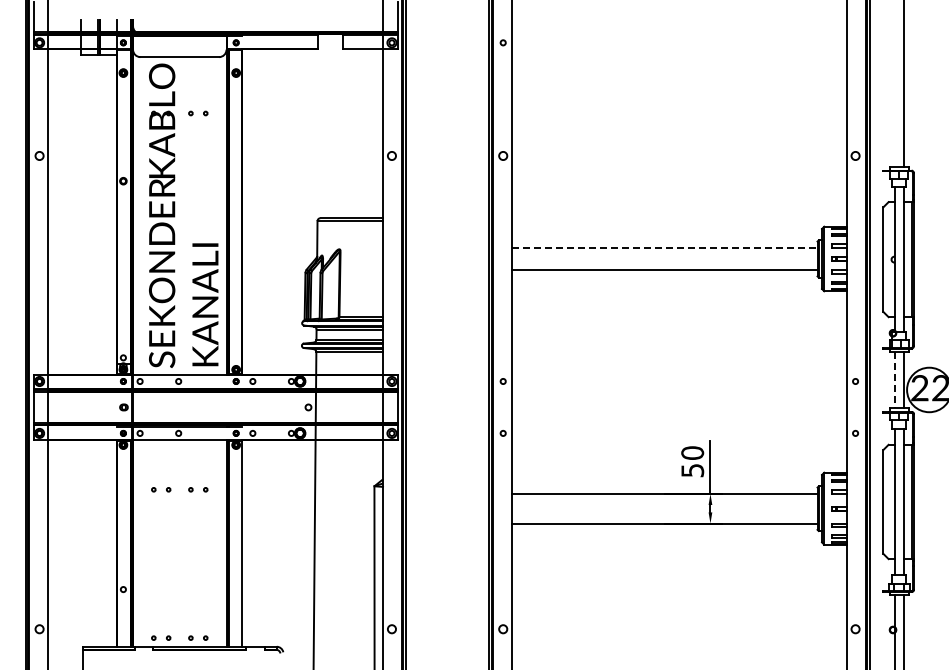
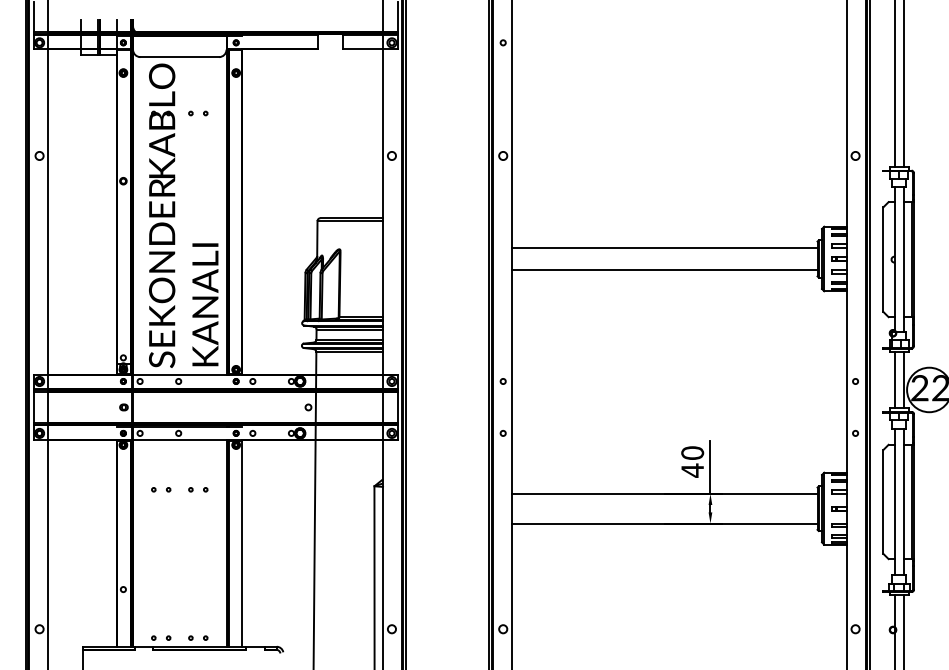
line at (894, 84): none -> present
line at (664, 247): dashed -> solid
line at (894, 380): dashed -> solid
text at (692, 470): 50 -> 40
